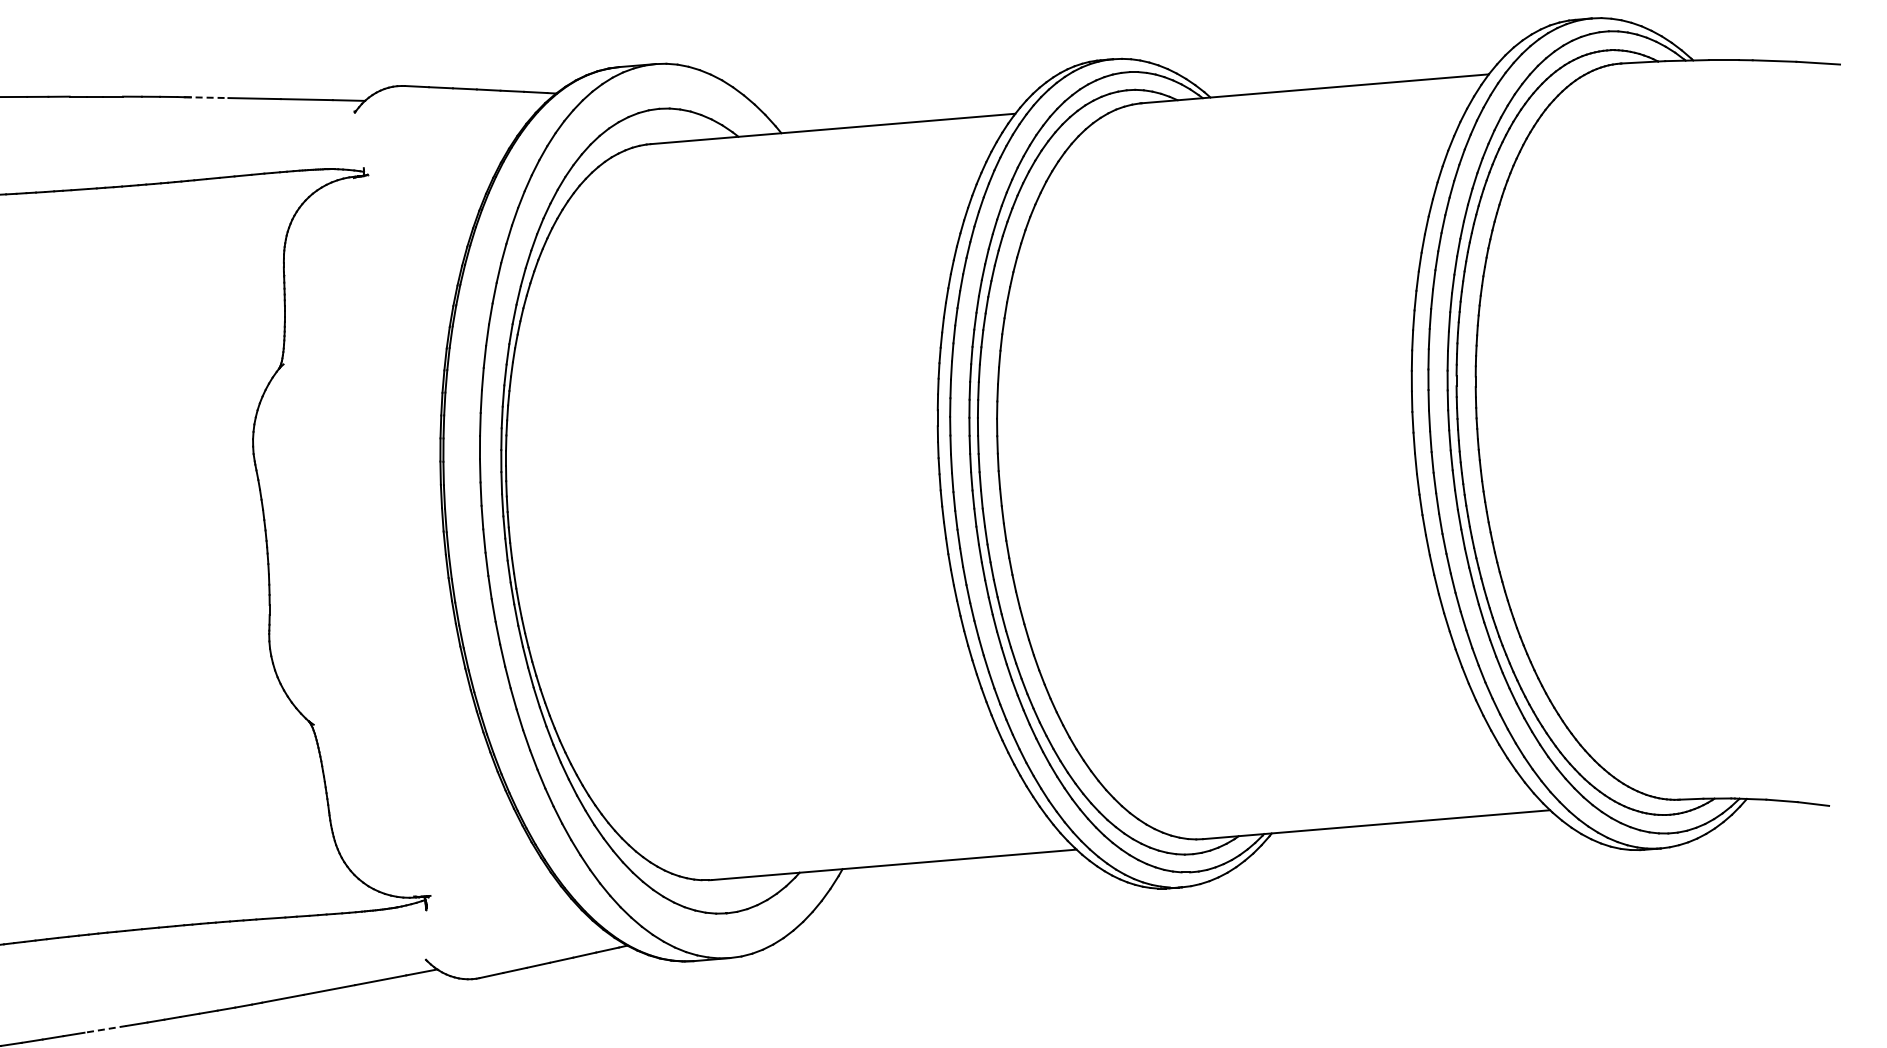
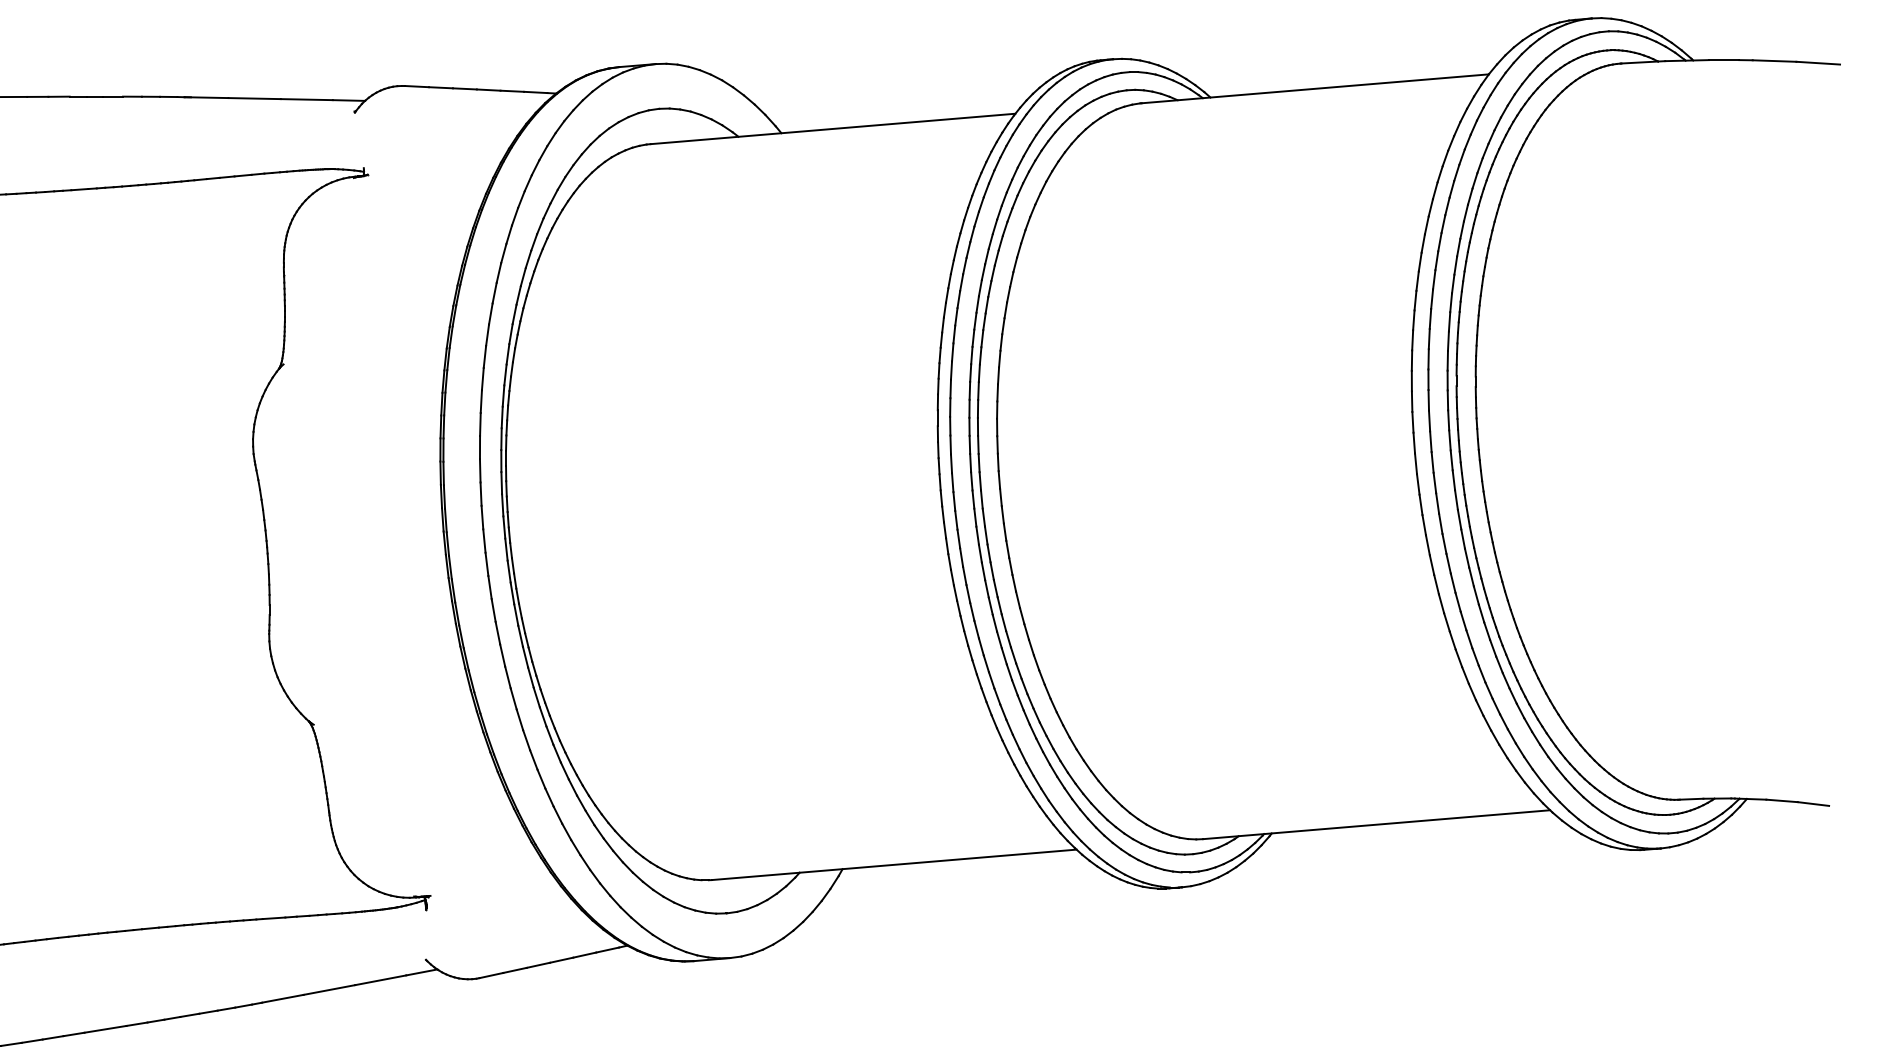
line at (206, 97): dashed -> solid
line at (105, 1029): dashed -> solid
